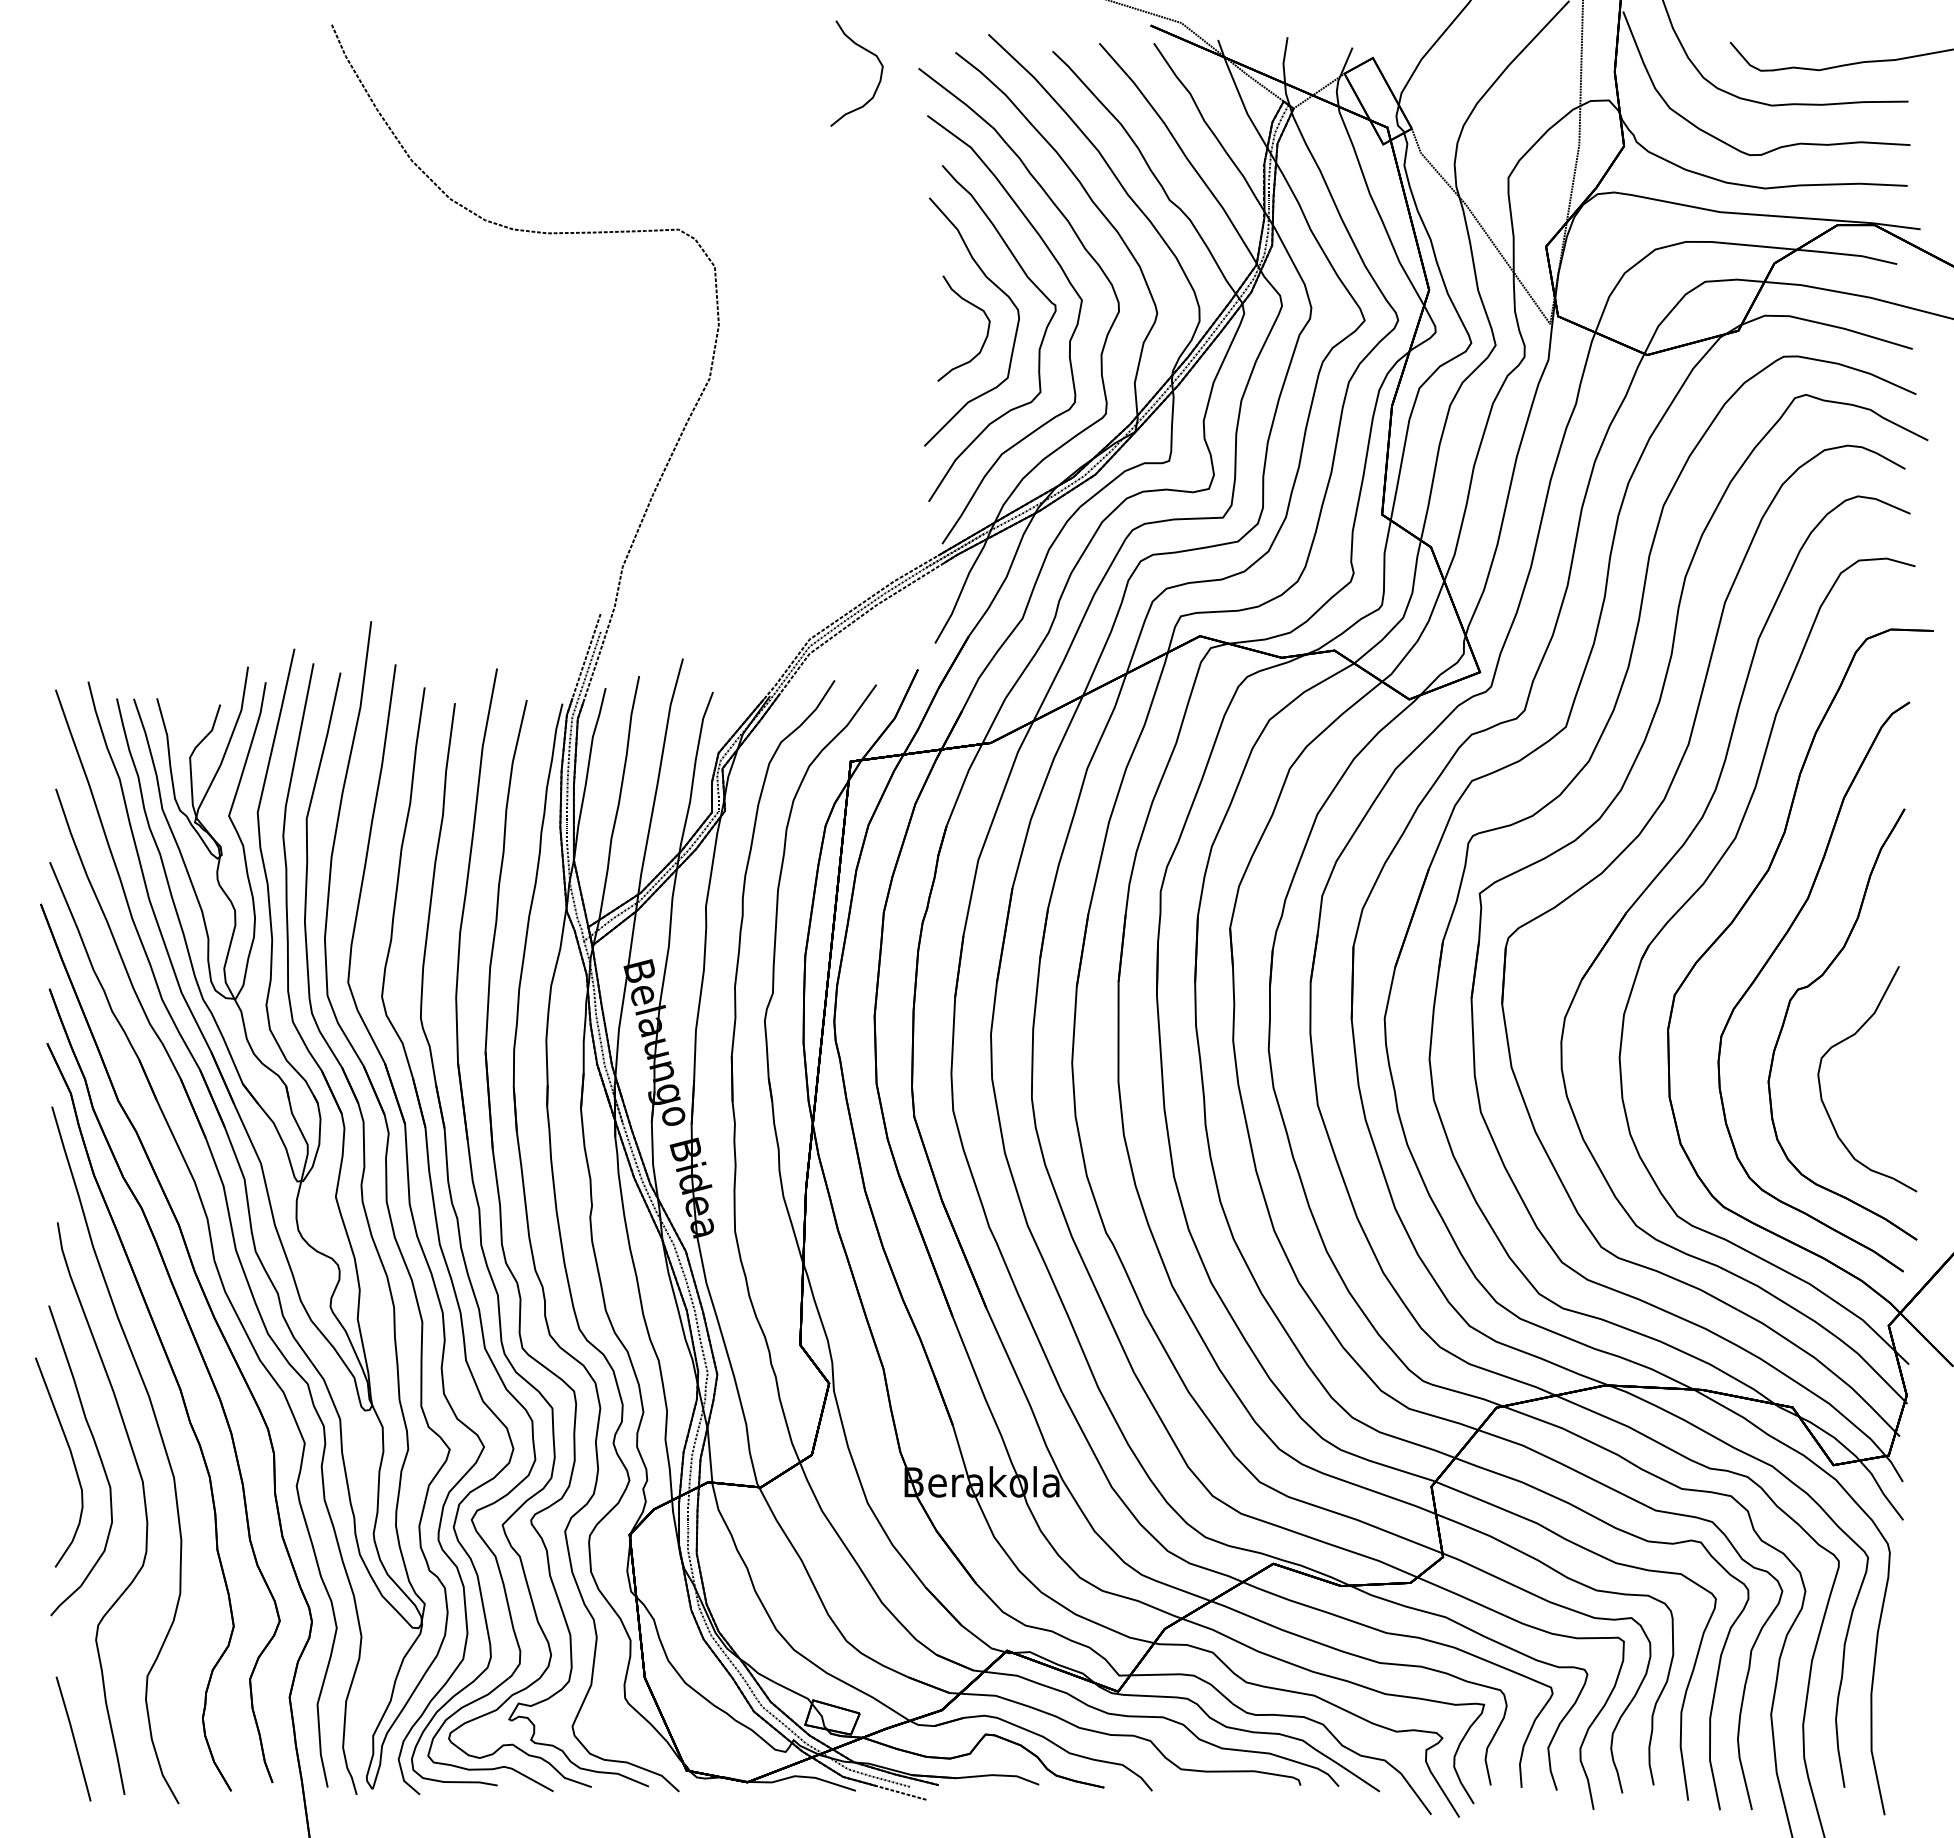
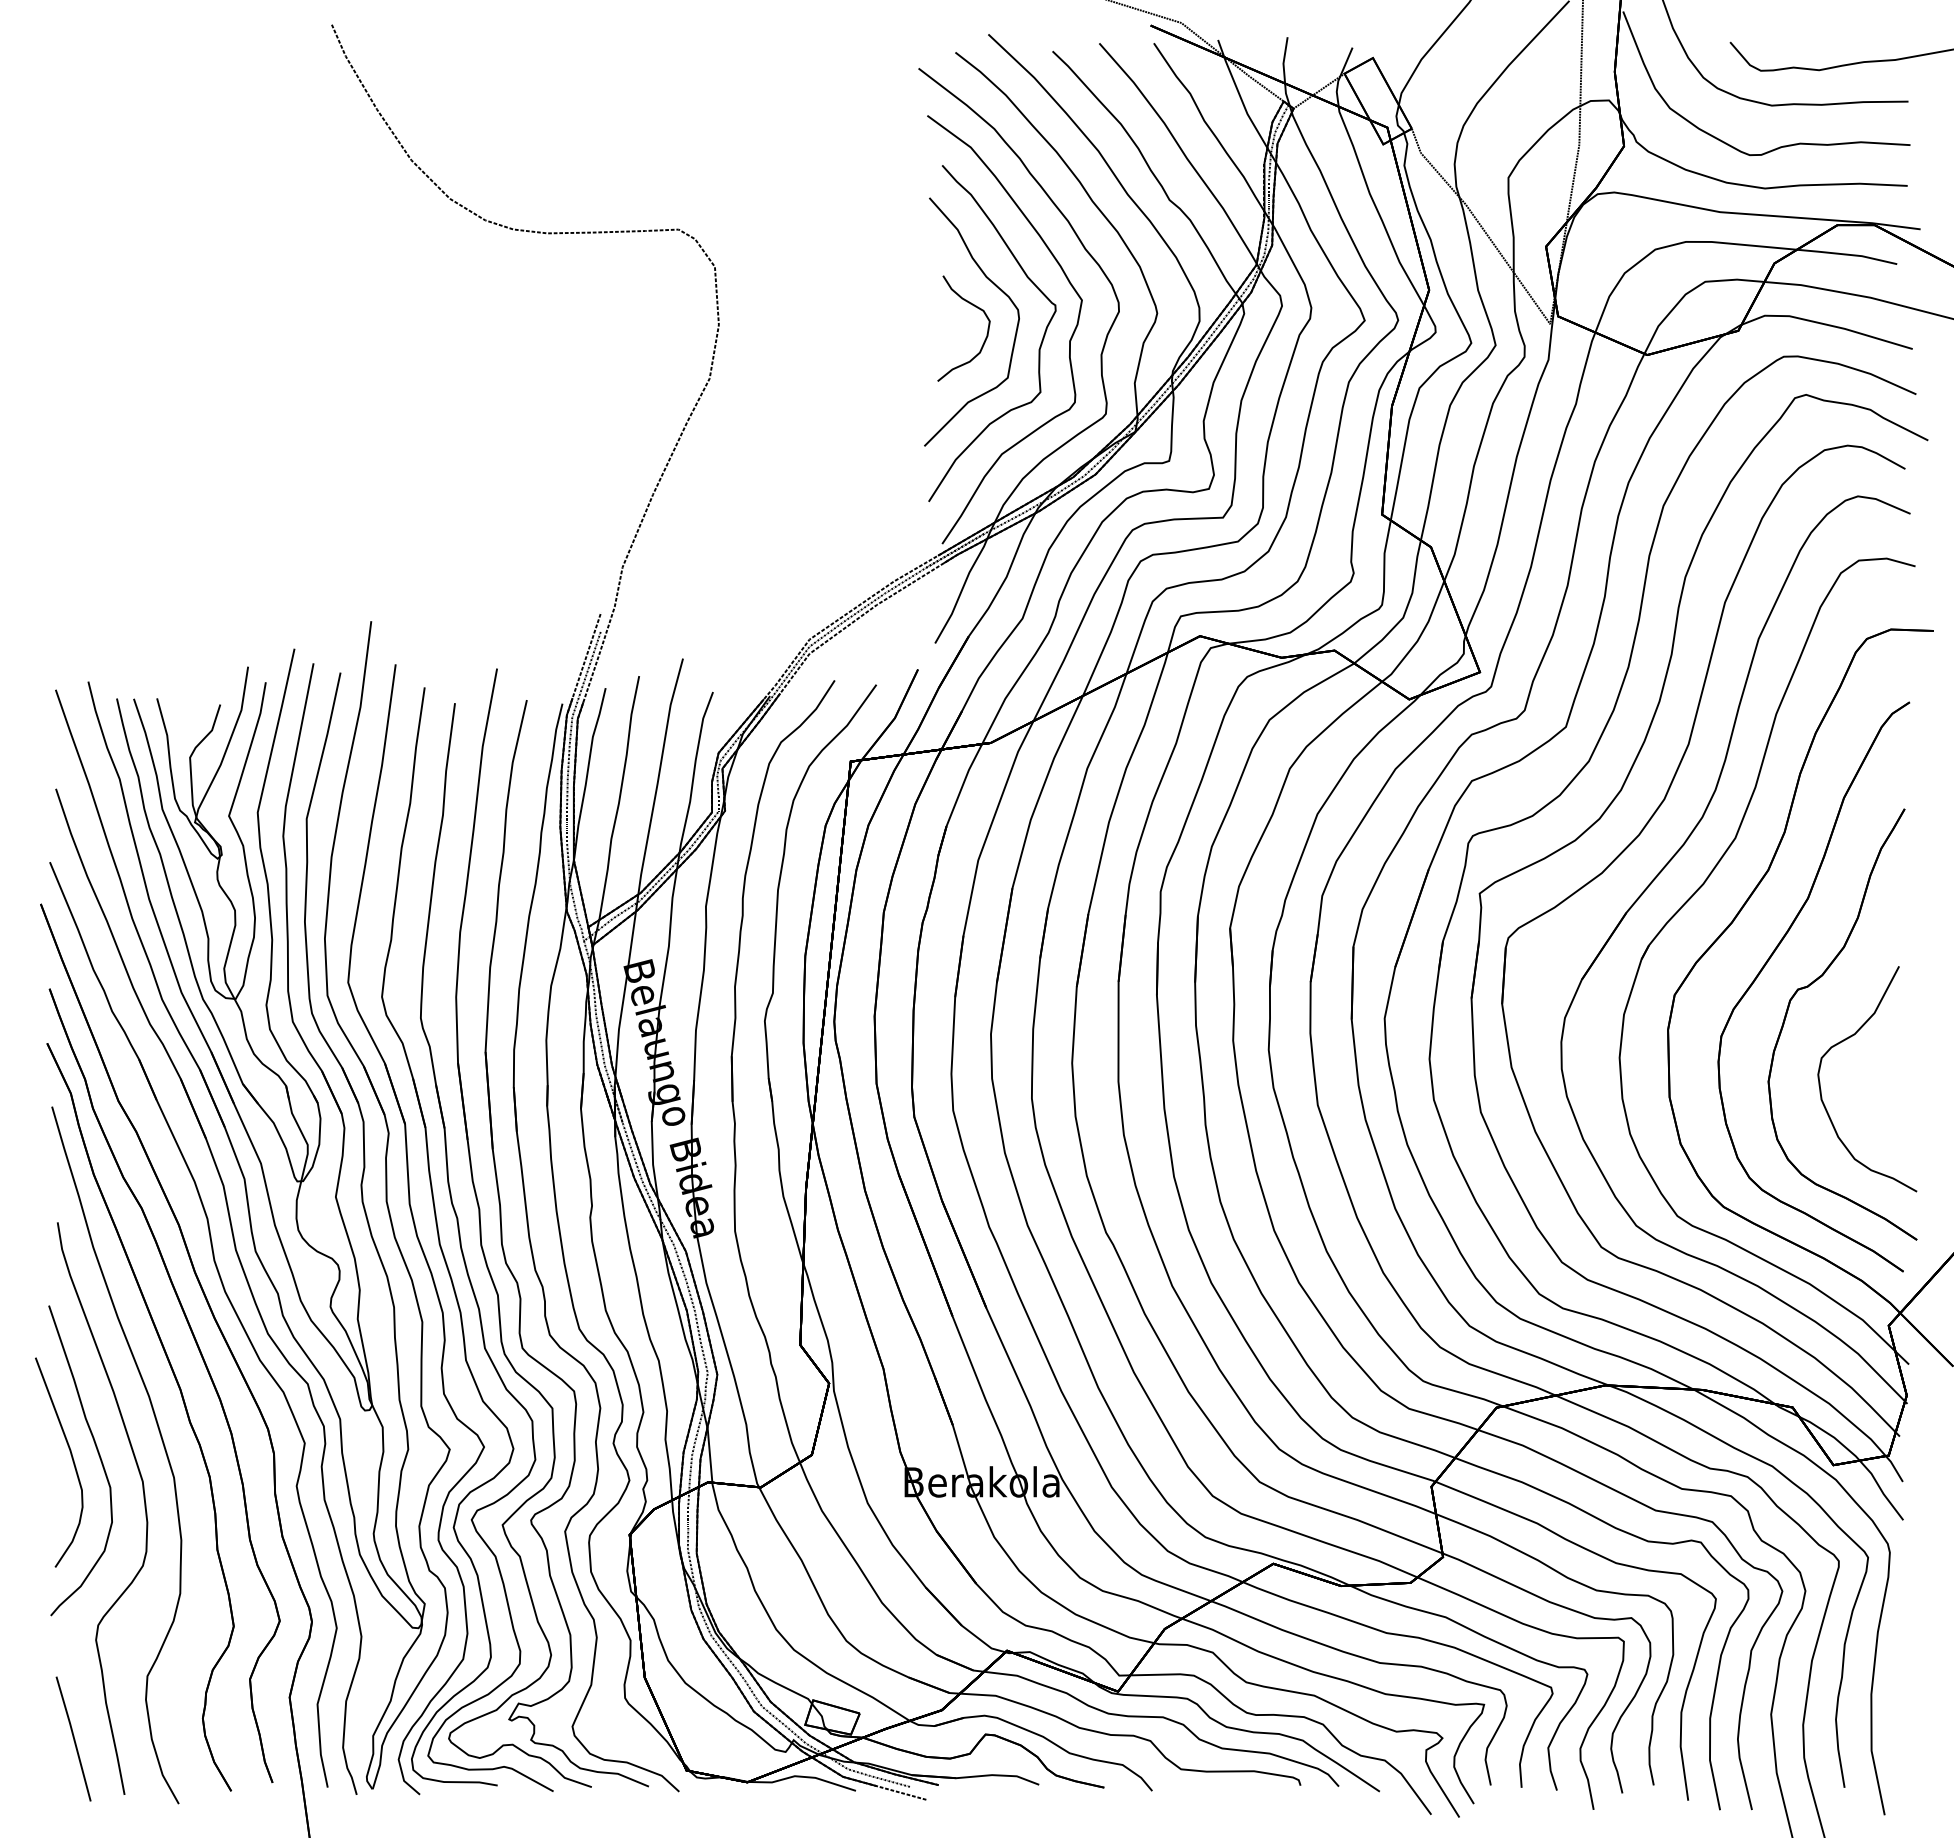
part at (877, 84): present -> none
